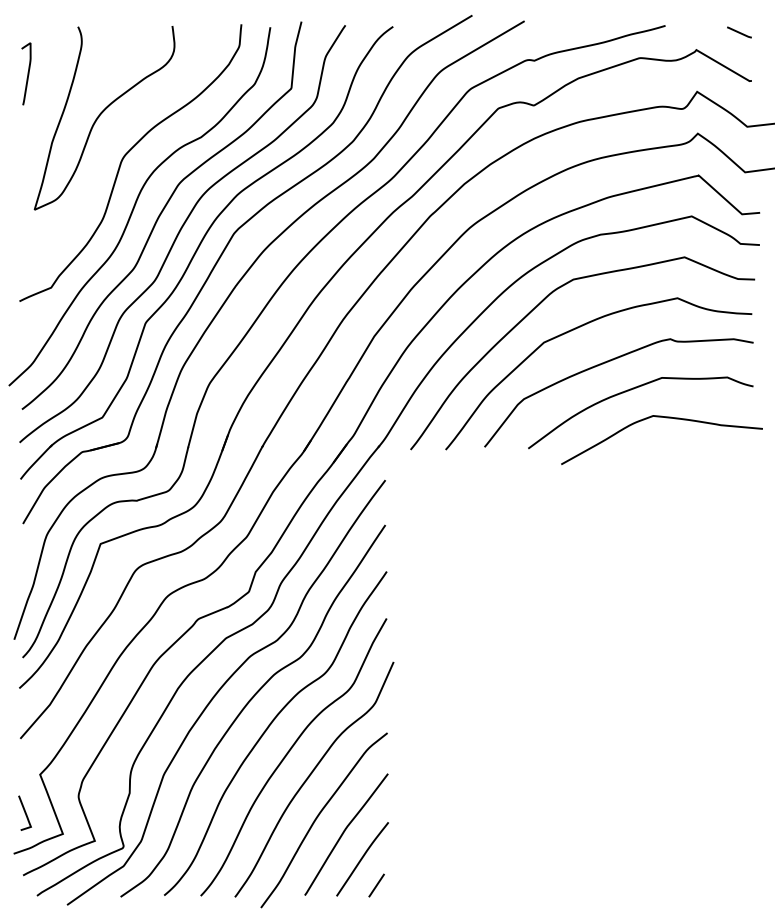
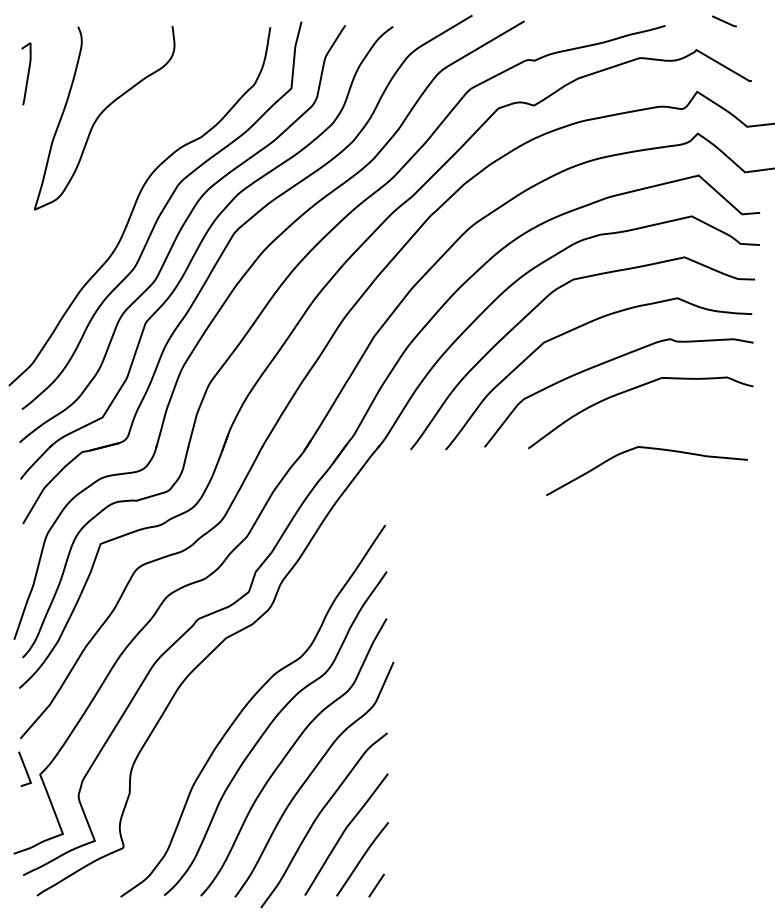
line at (739, 32) position: (739, 32) -> (724, 21)
curve at (124, 158): present -> none
curve at (666, 418) position: (666, 418) -> (651, 449)
curve at (220, 690): present -> none
curve at (24, 812) position: (24, 812) -> (24, 768)
